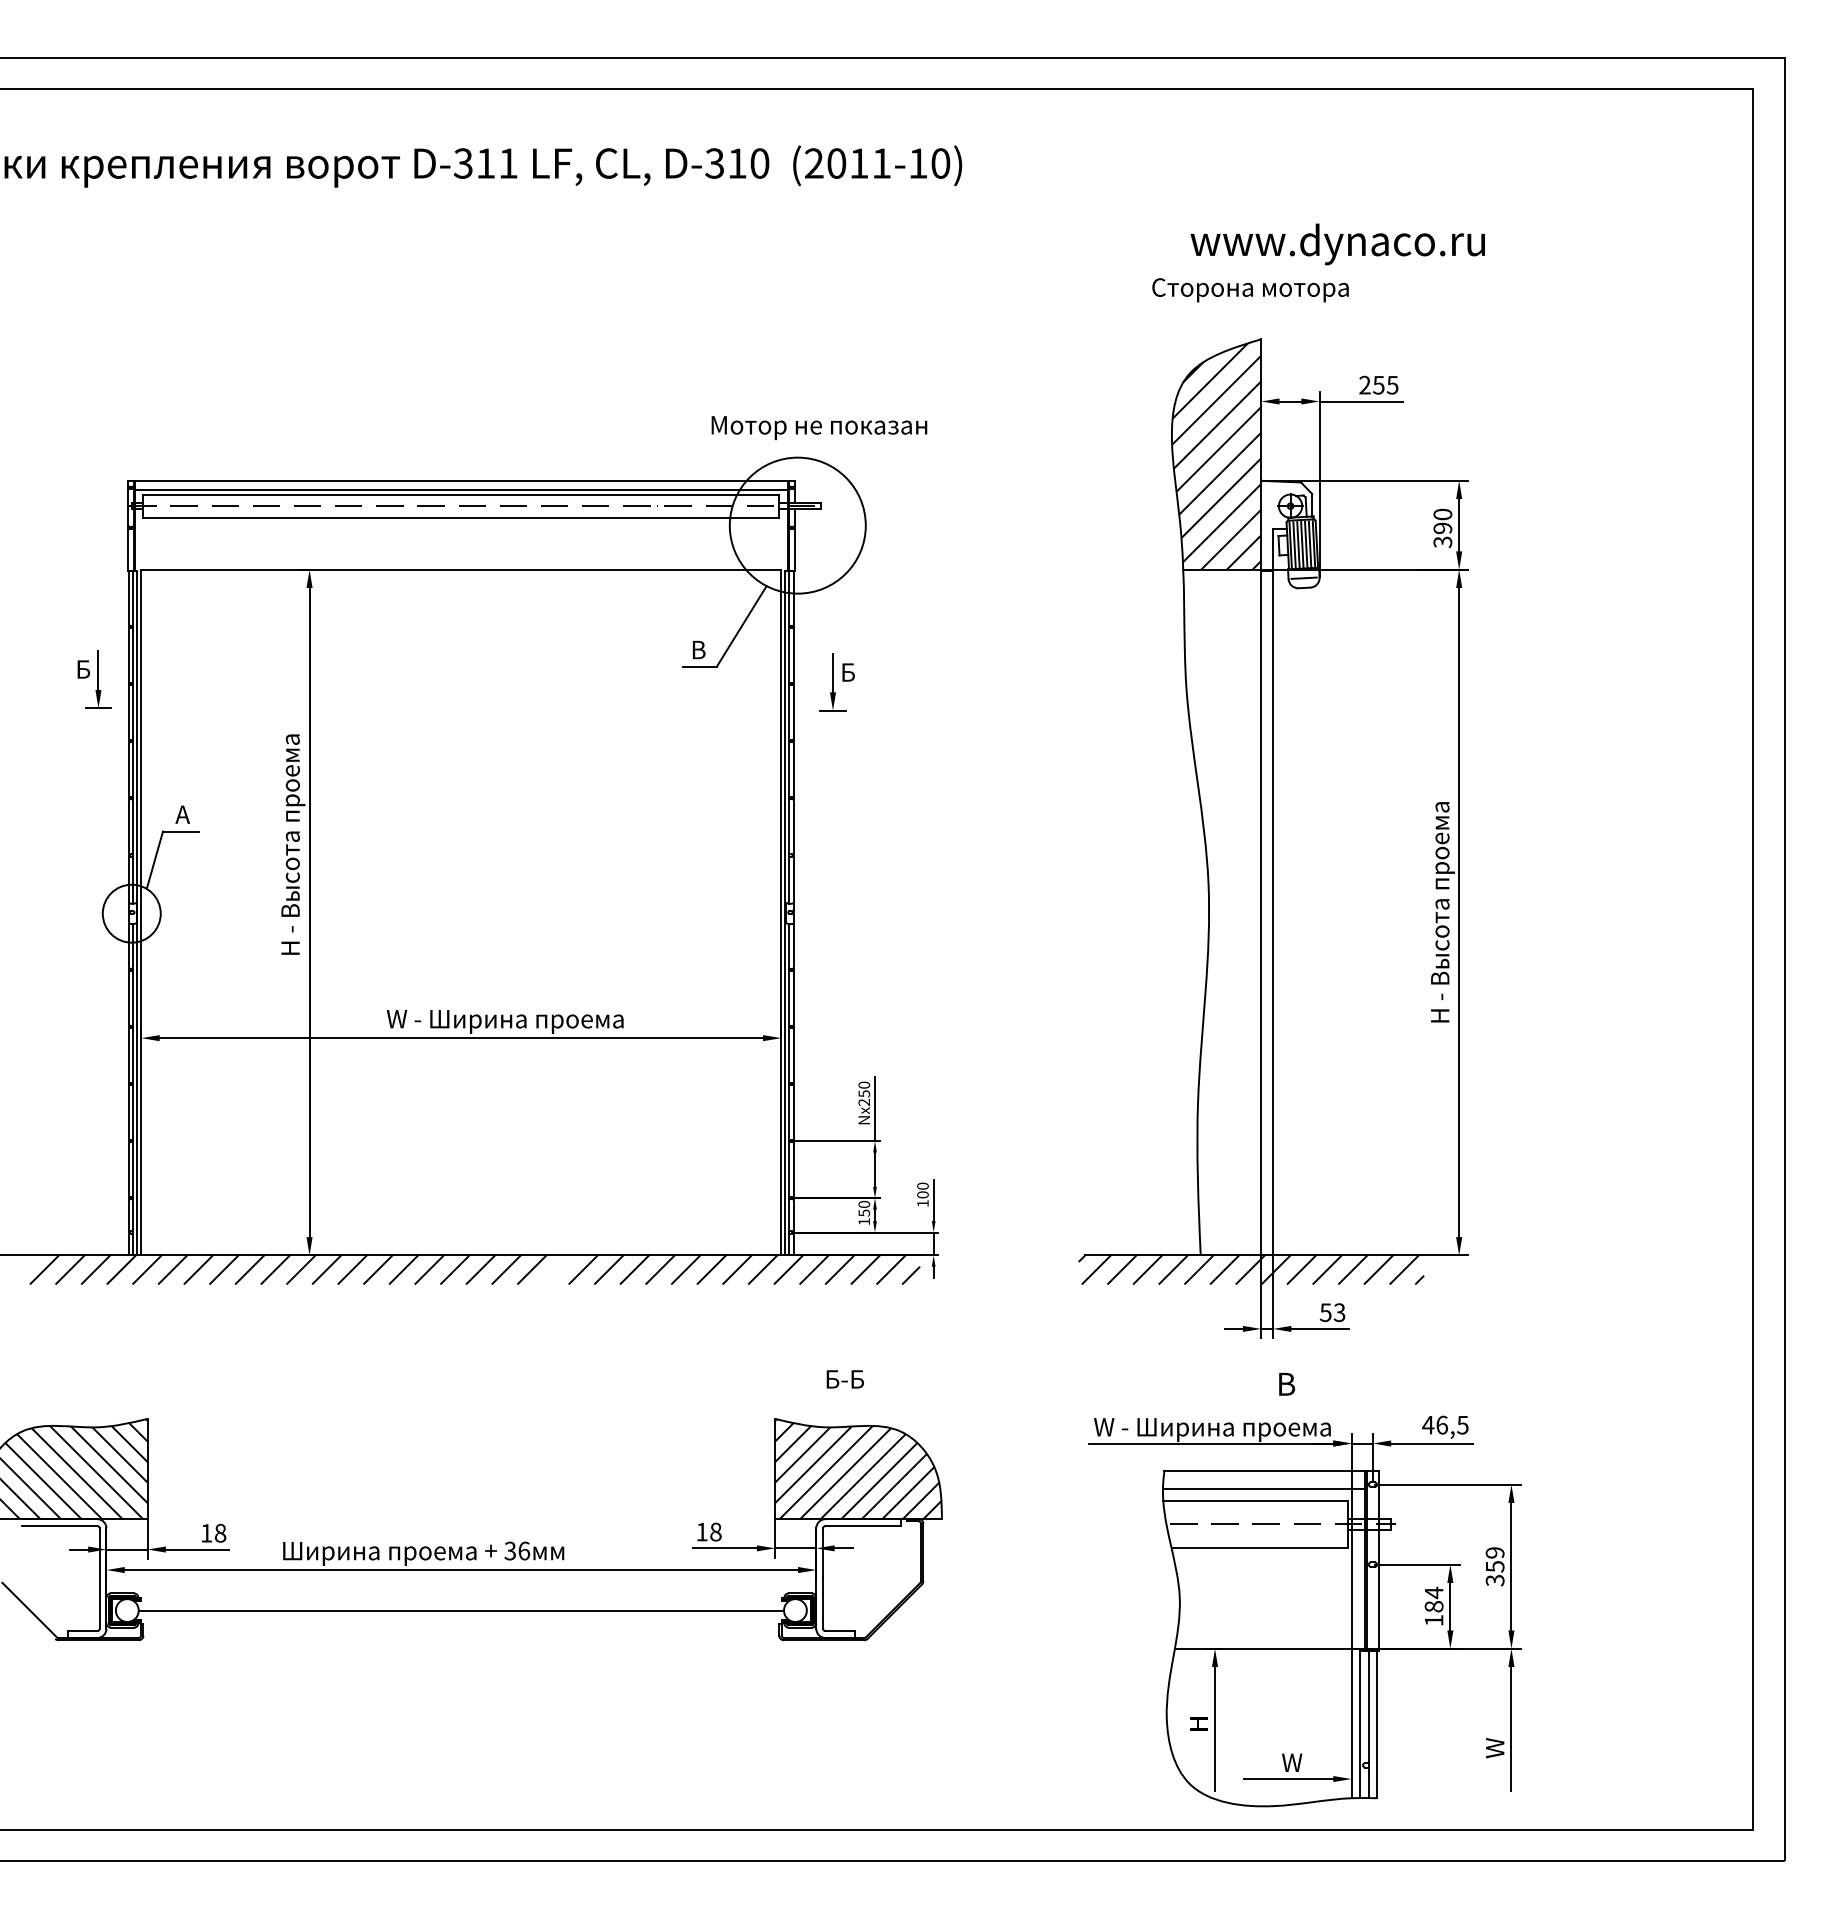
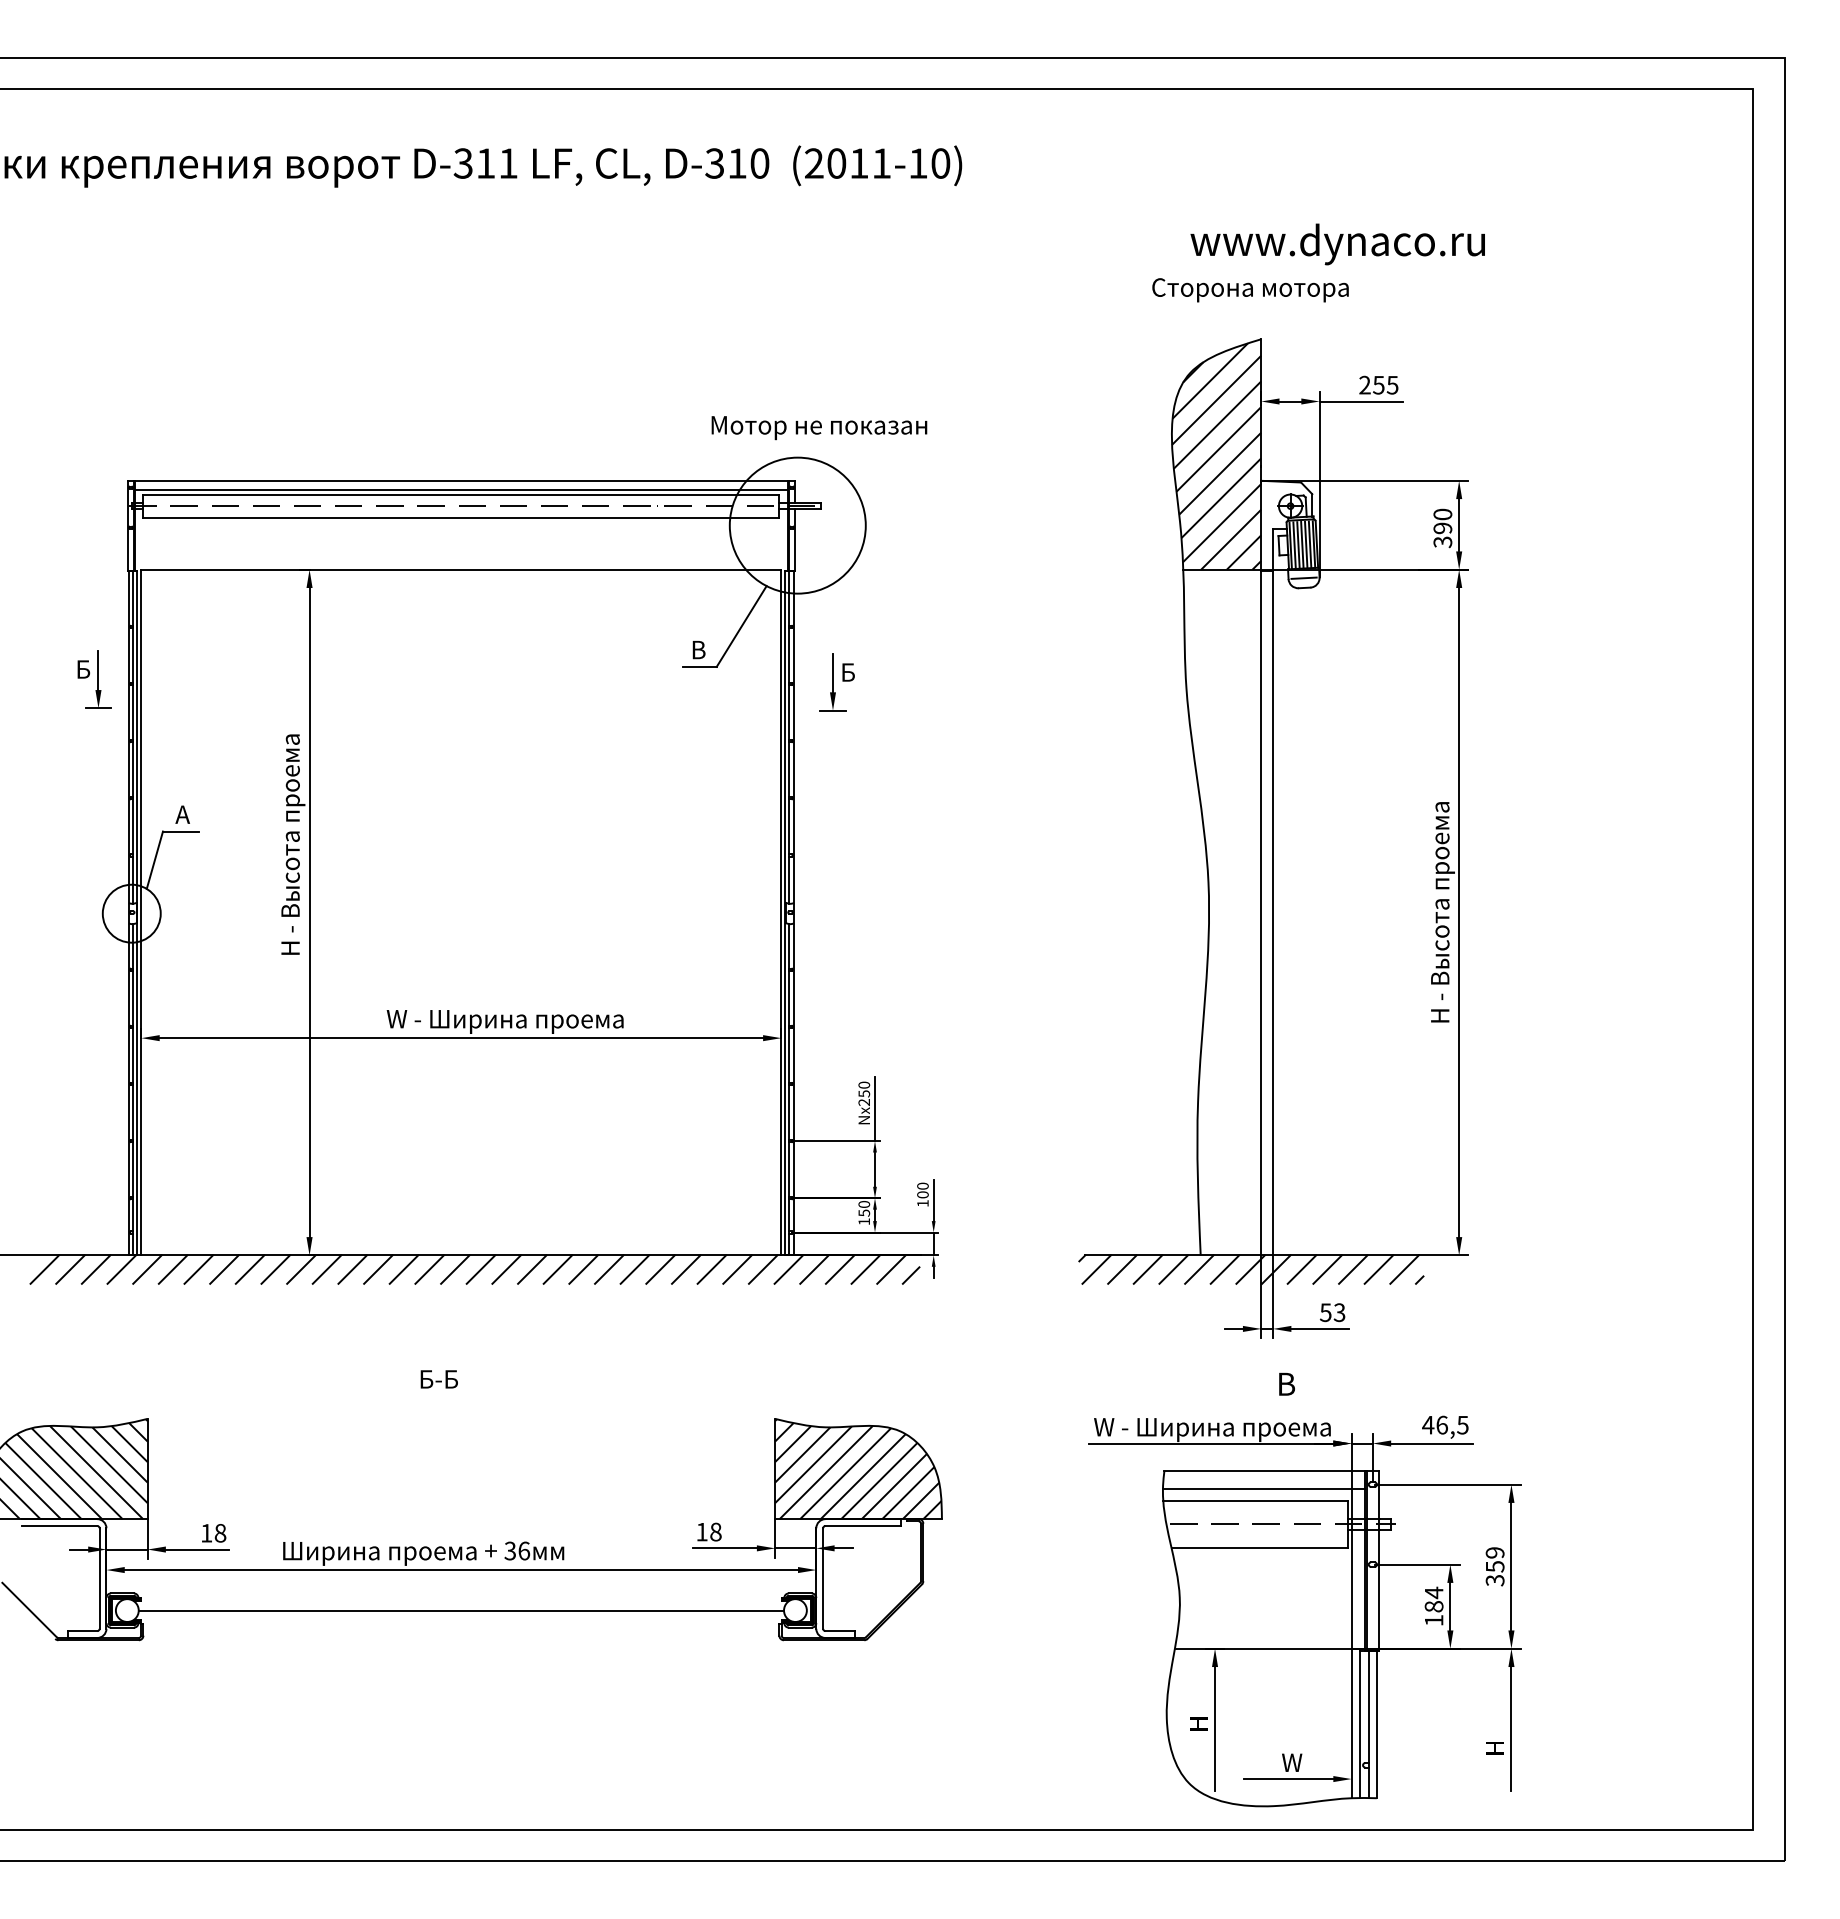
line at (557, 1269): none -> present
text at (844, 1379) position: (844, 1379) -> (438, 1379)
text at (1495, 1748): W -> H
